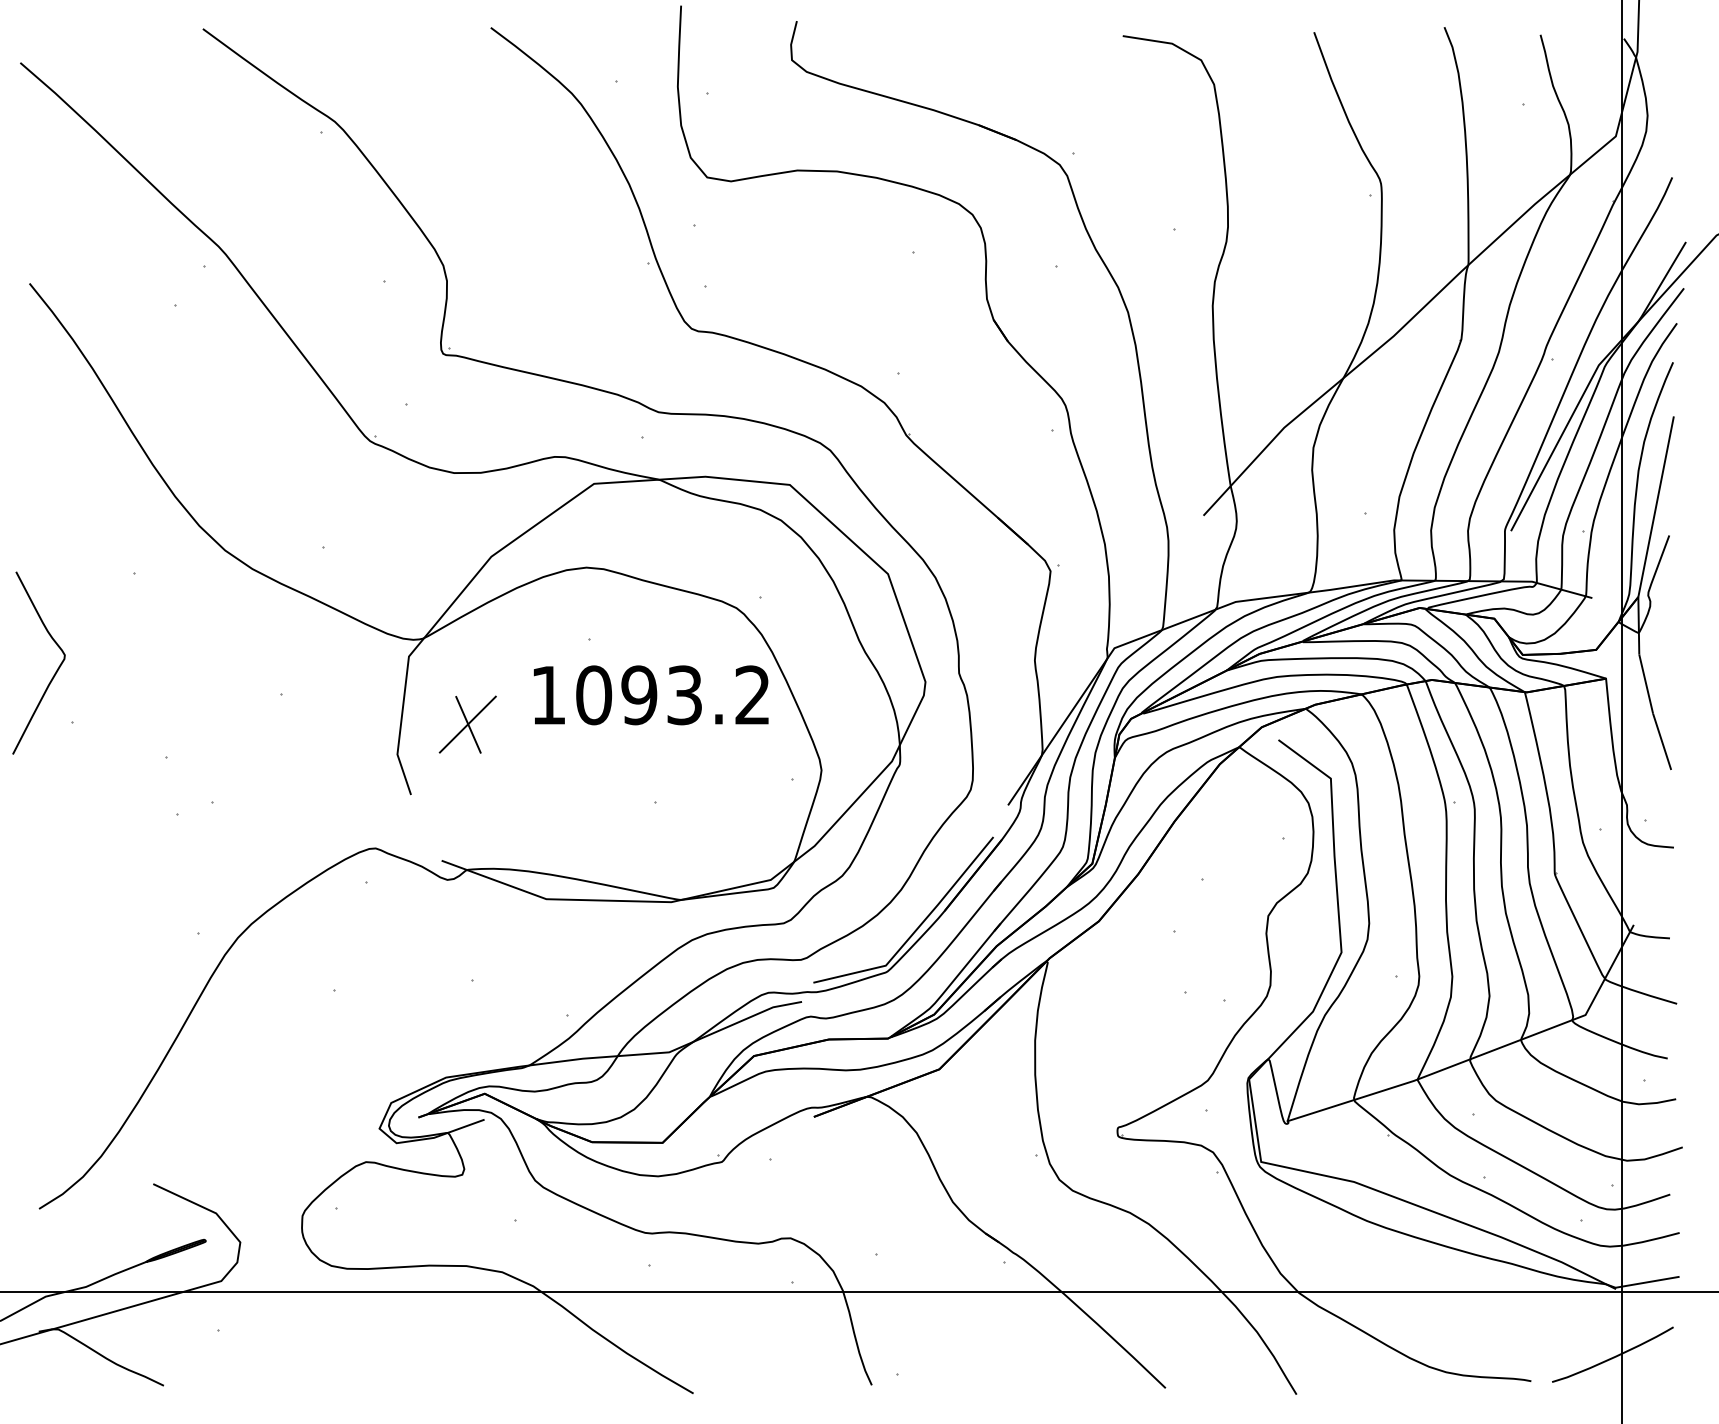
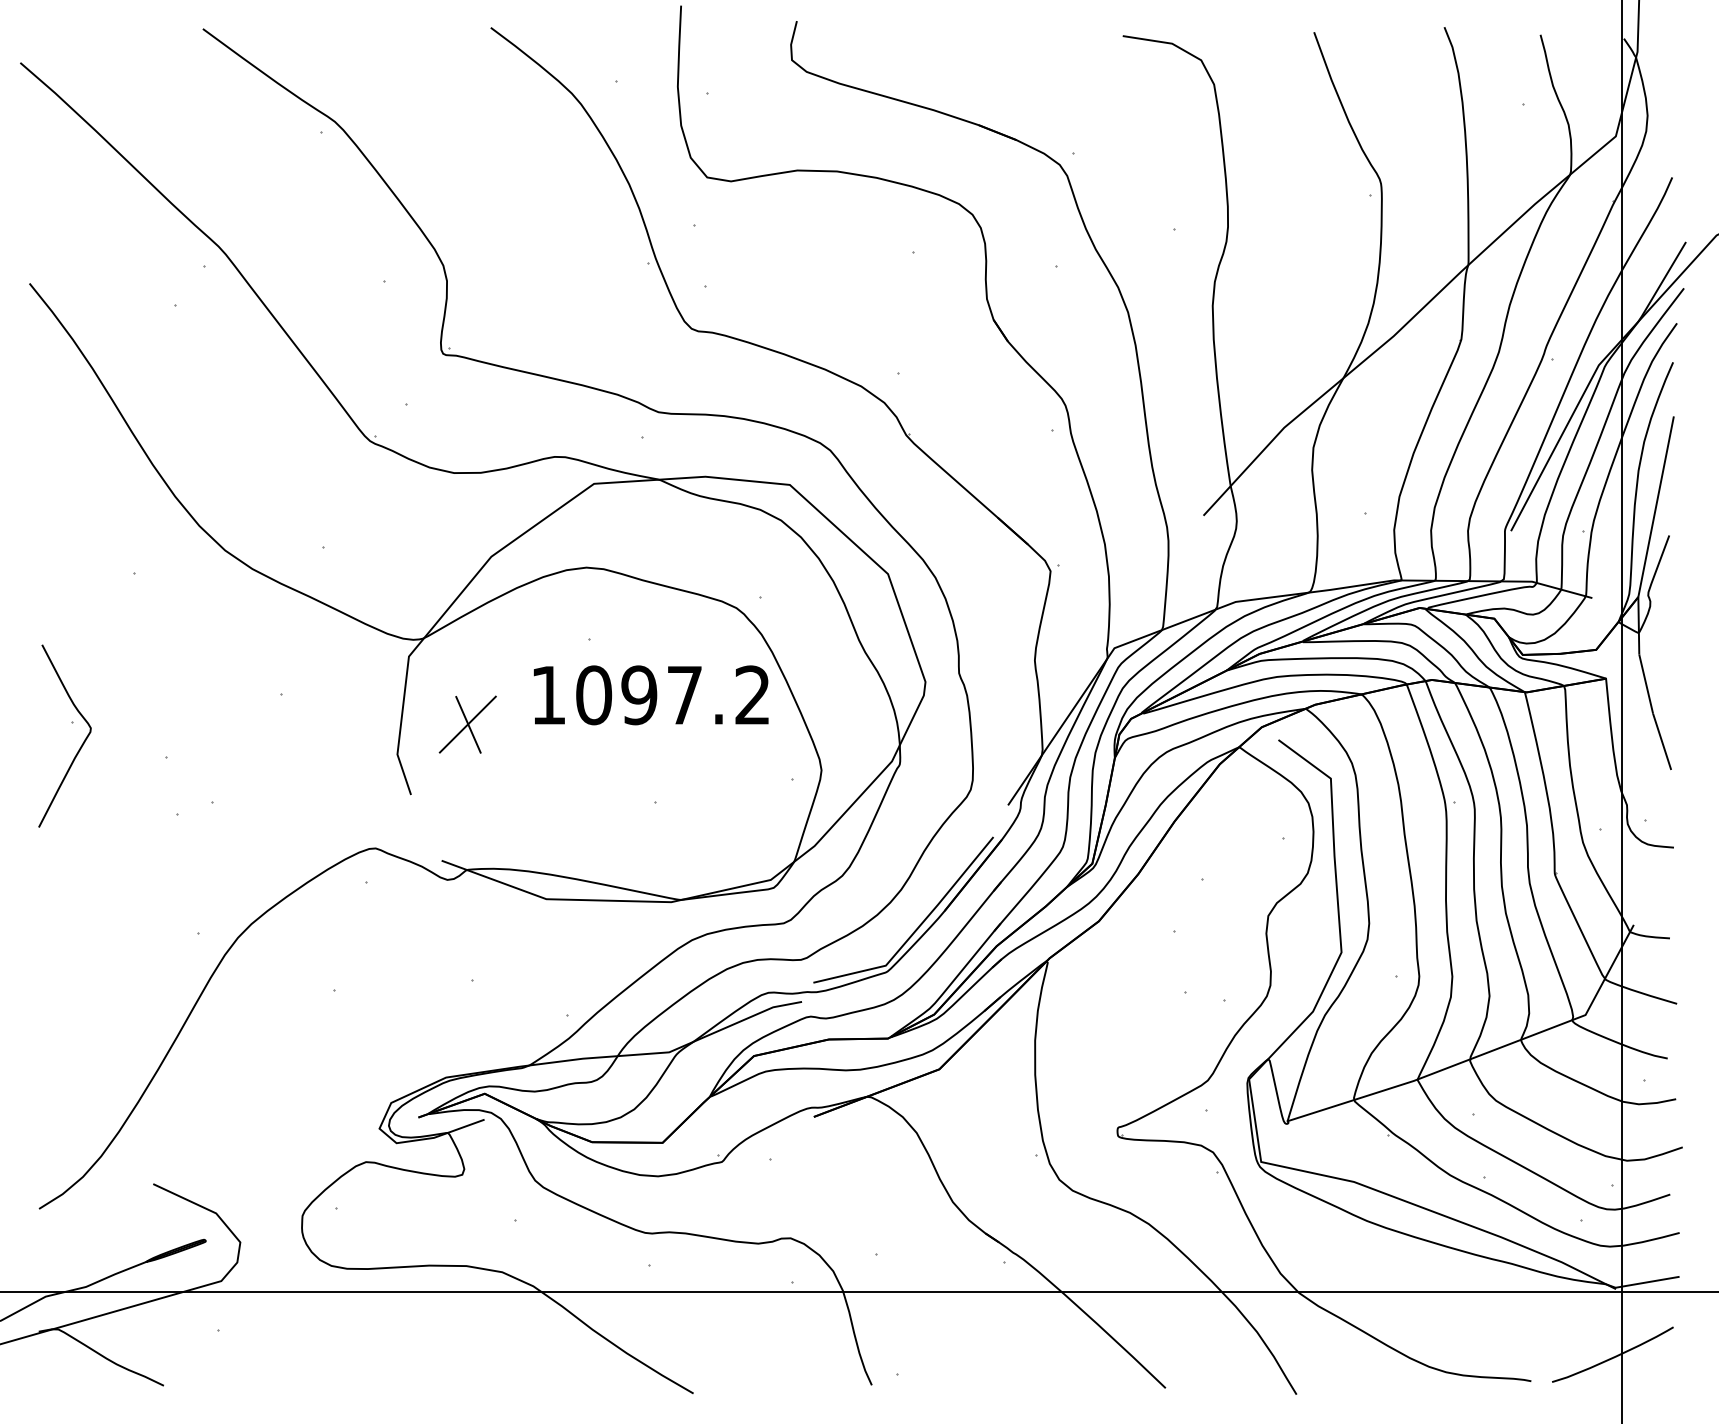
curve at (55, 671) position: (55, 671) -> (81, 744)
text at (684, 695): 1093.2 -> 1097.2
